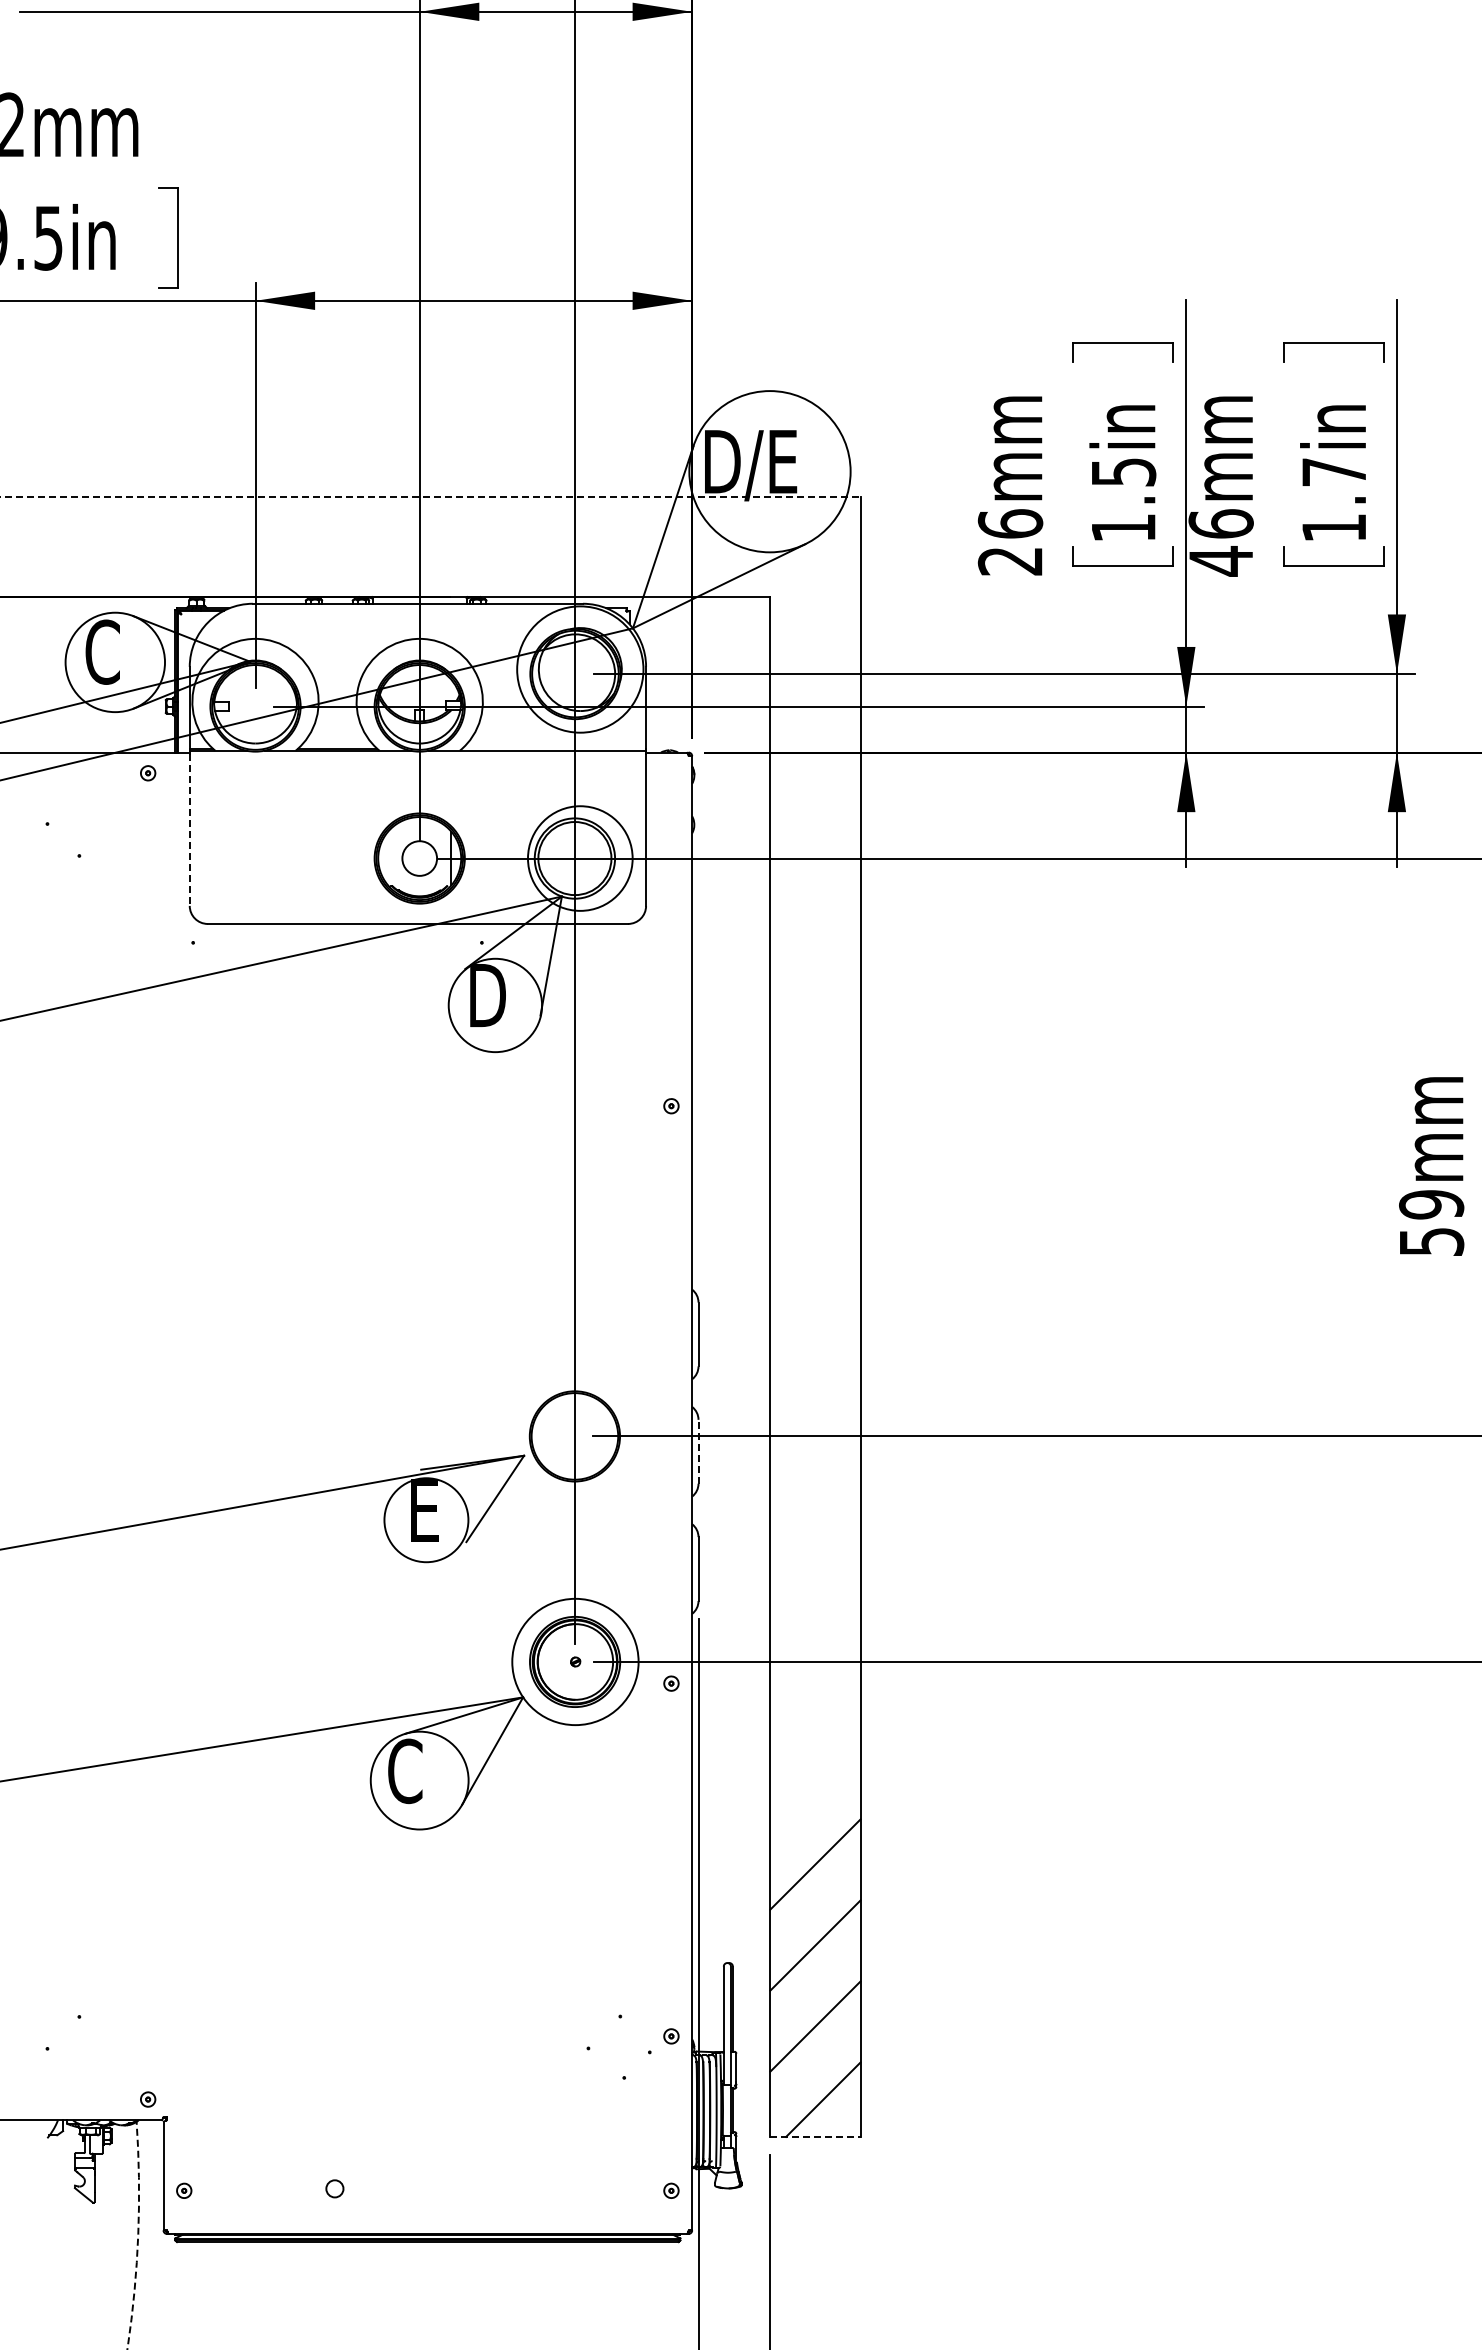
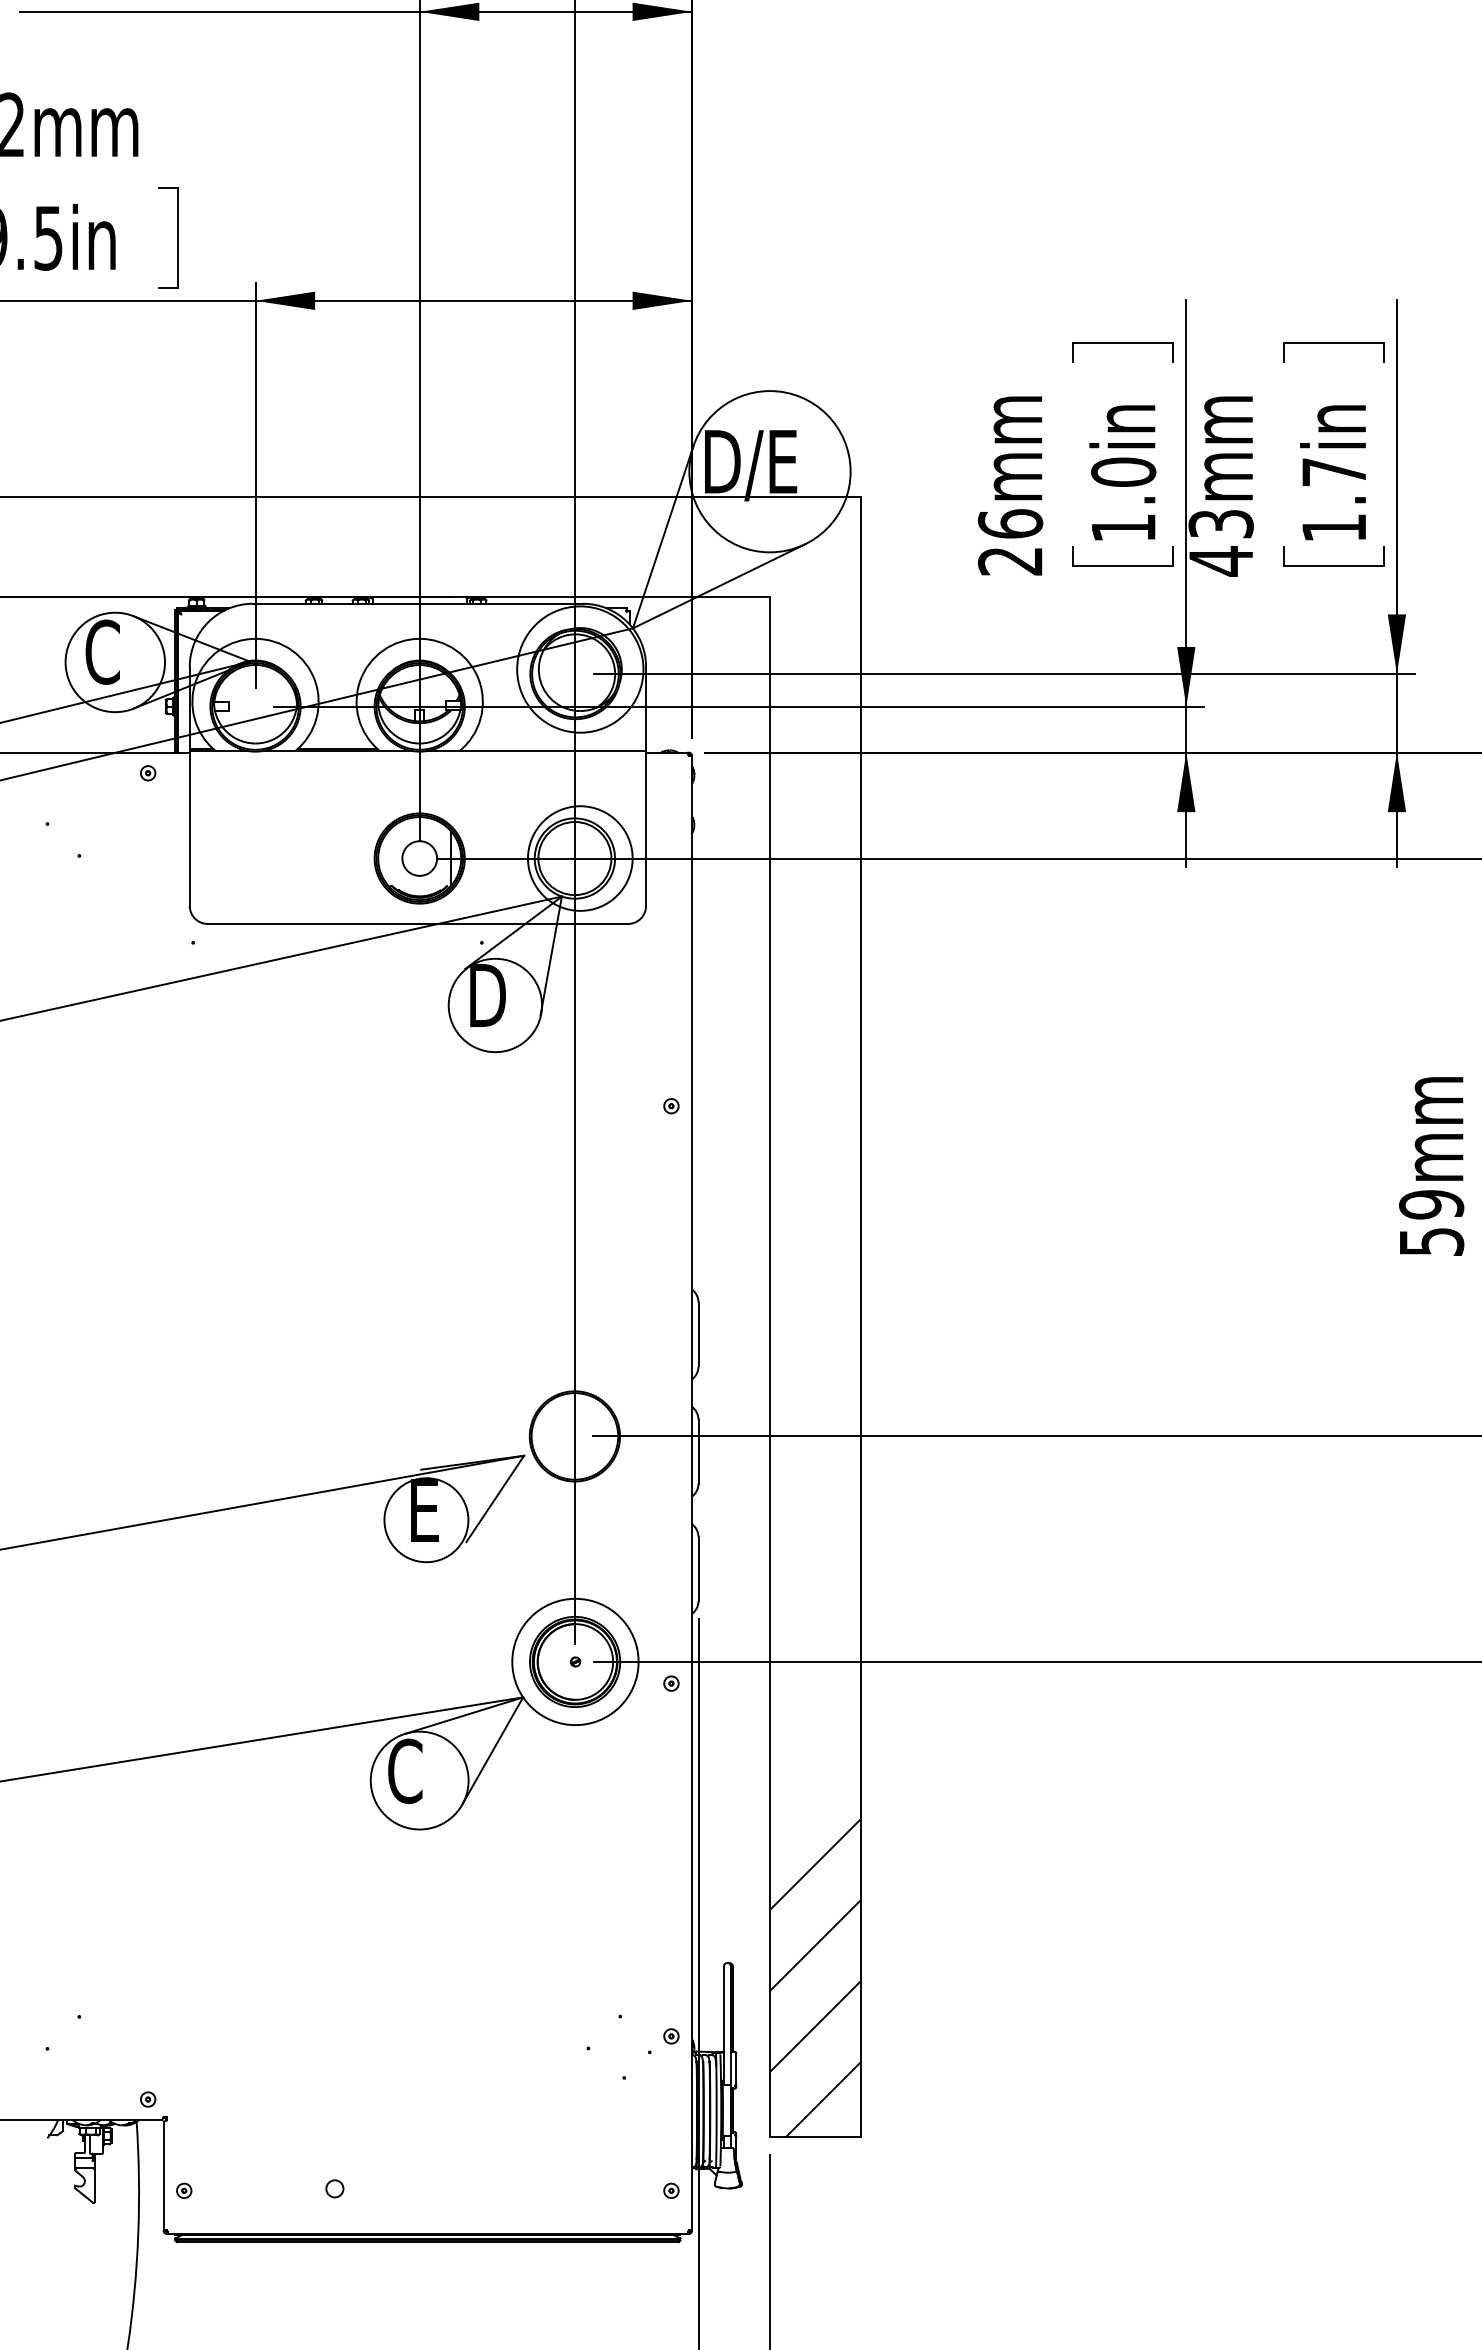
text at (1123, 471): 1.5in -> 1.0in
line at (430, 497): dashed -> solid
text at (1220, 523): 46mm -> 43mm
line at (189, 830): dashed -> solid
line at (698, 1451): dashed -> solid
line at (815, 2136): dashed -> solid
arc at (138, 2235): dashed -> solid
